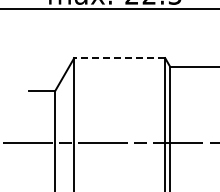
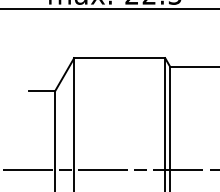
line at (119, 58): dashed -> solid
line at (109, 143) position: (109, 143) -> (109, 170)
